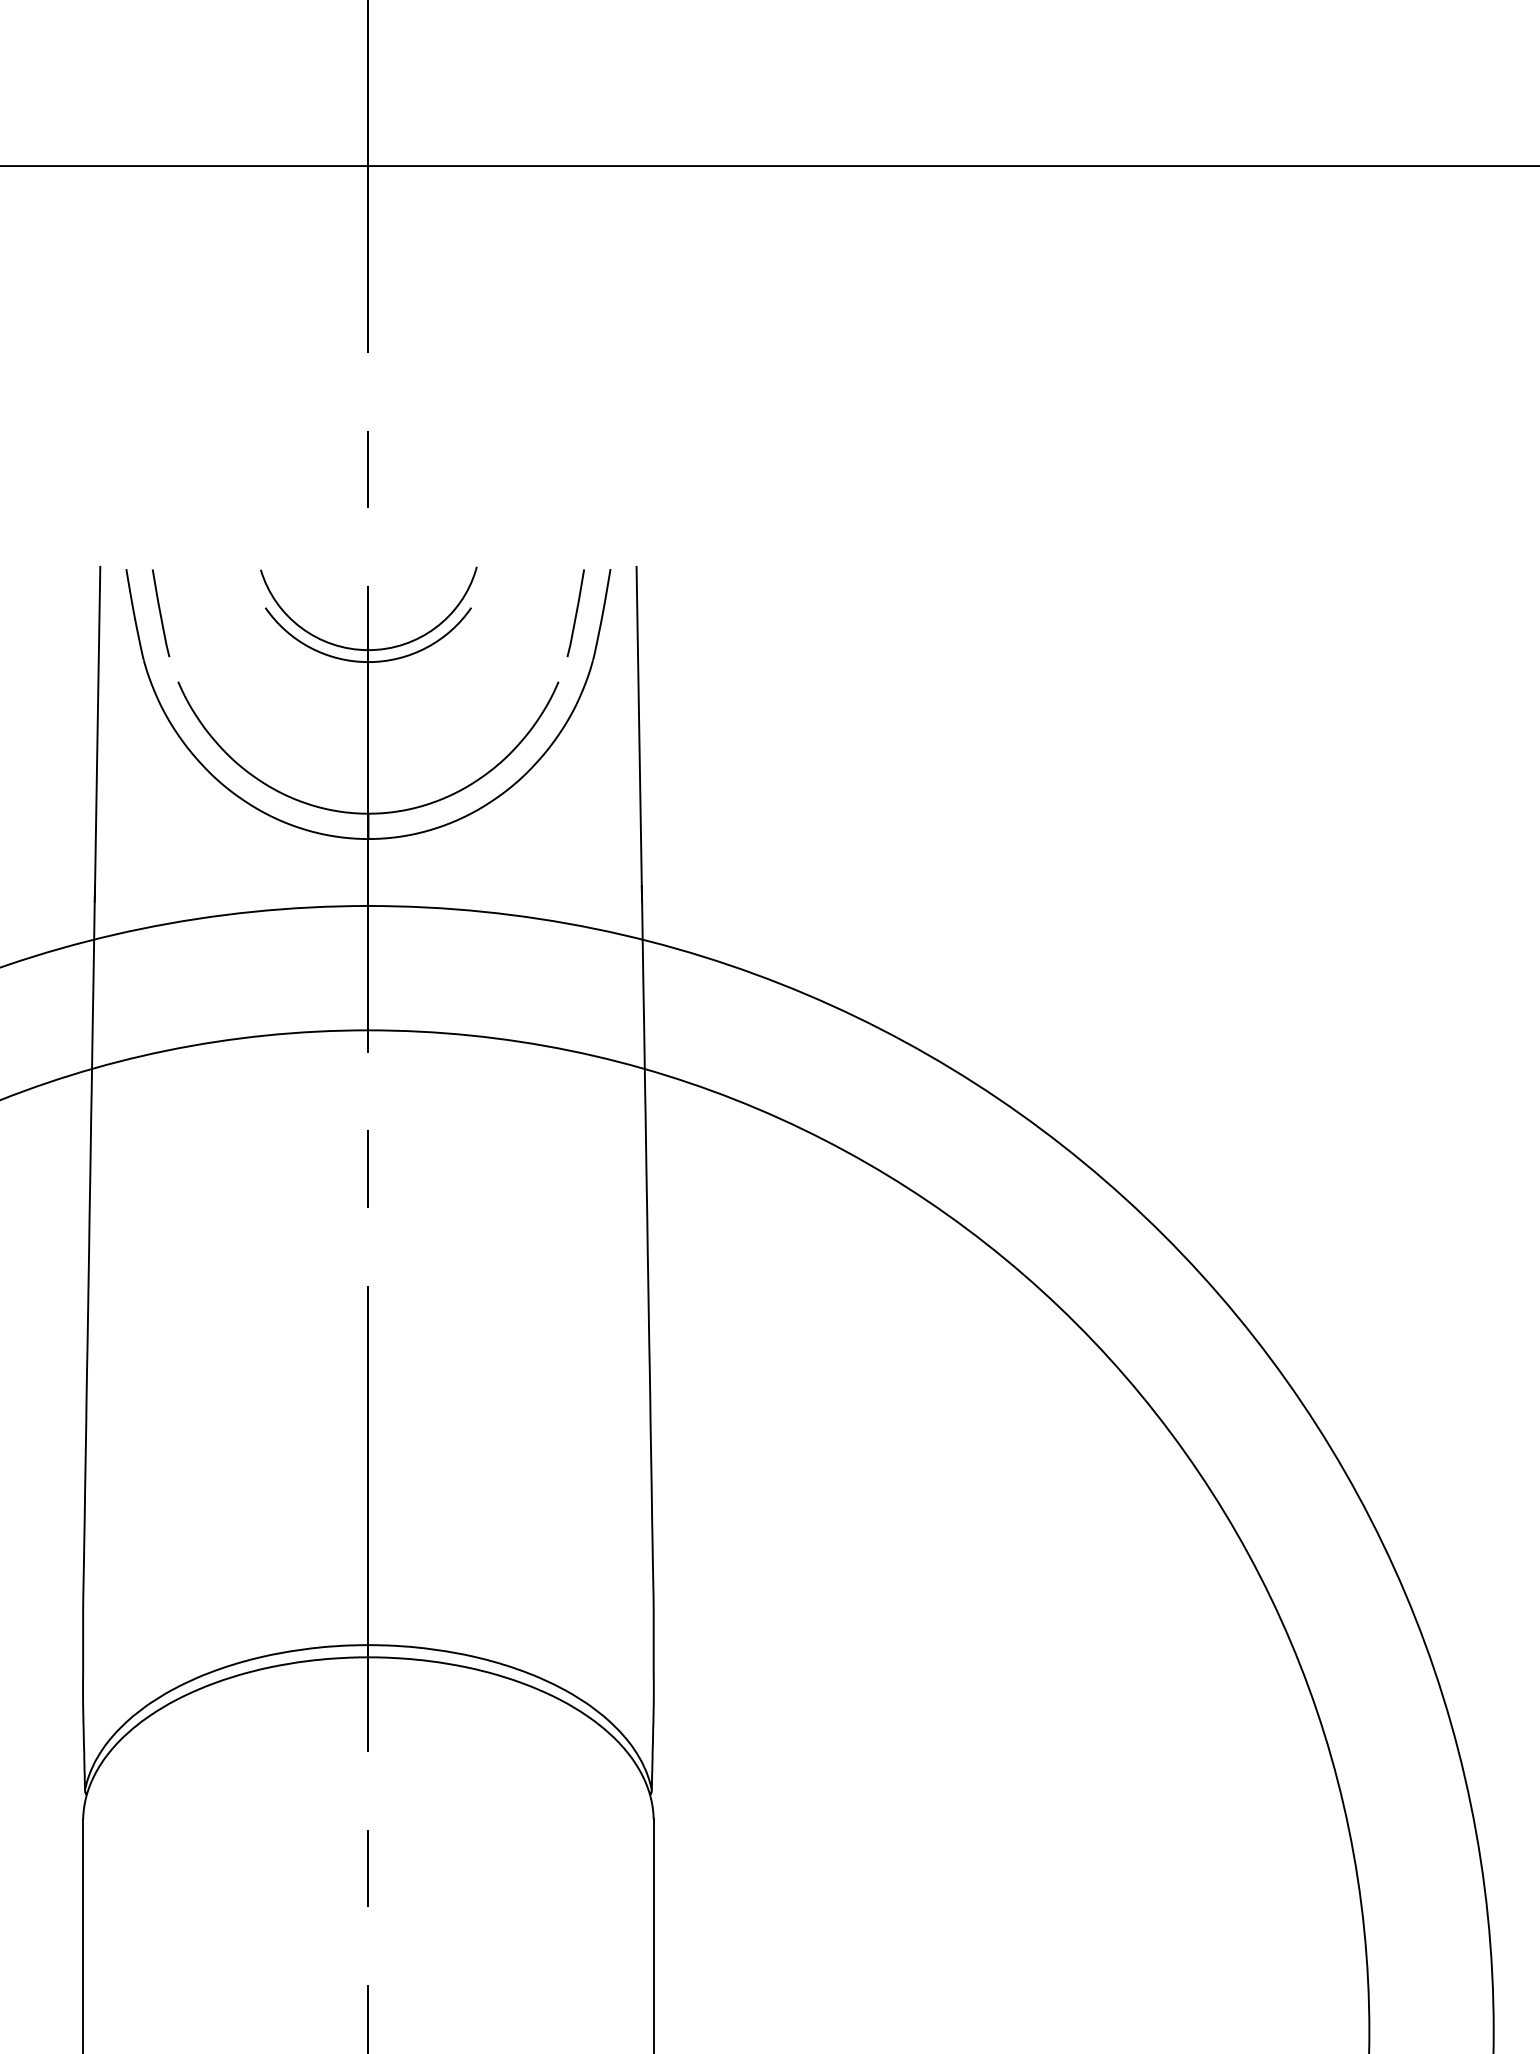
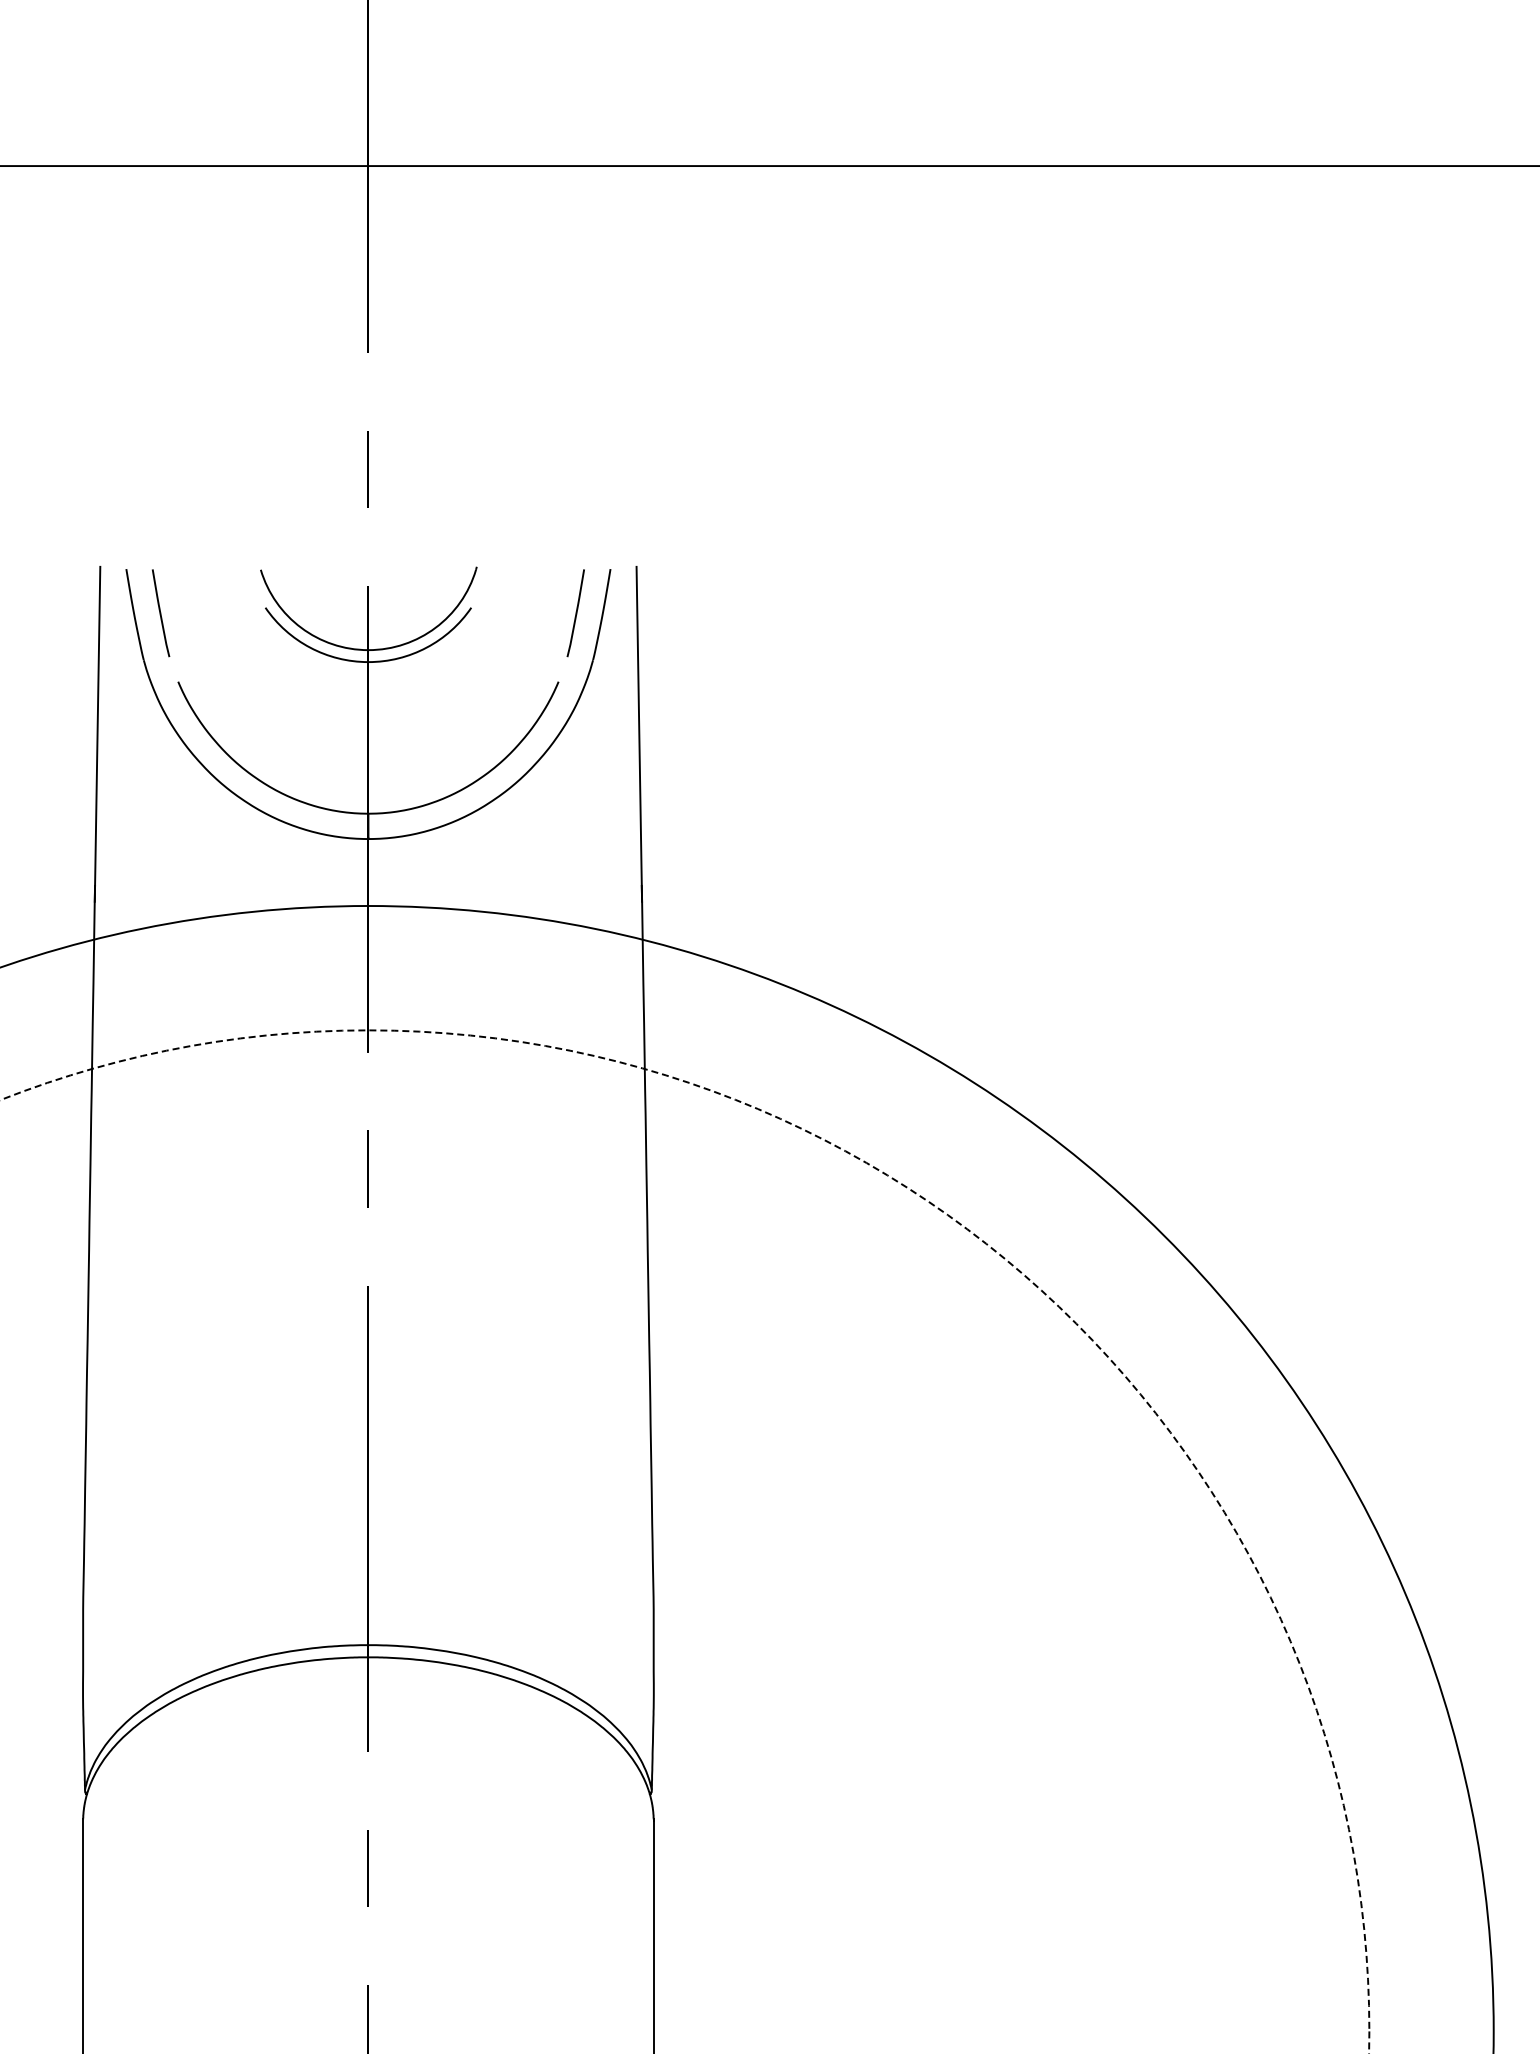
circle at (684, 1541): solid -> dashed
